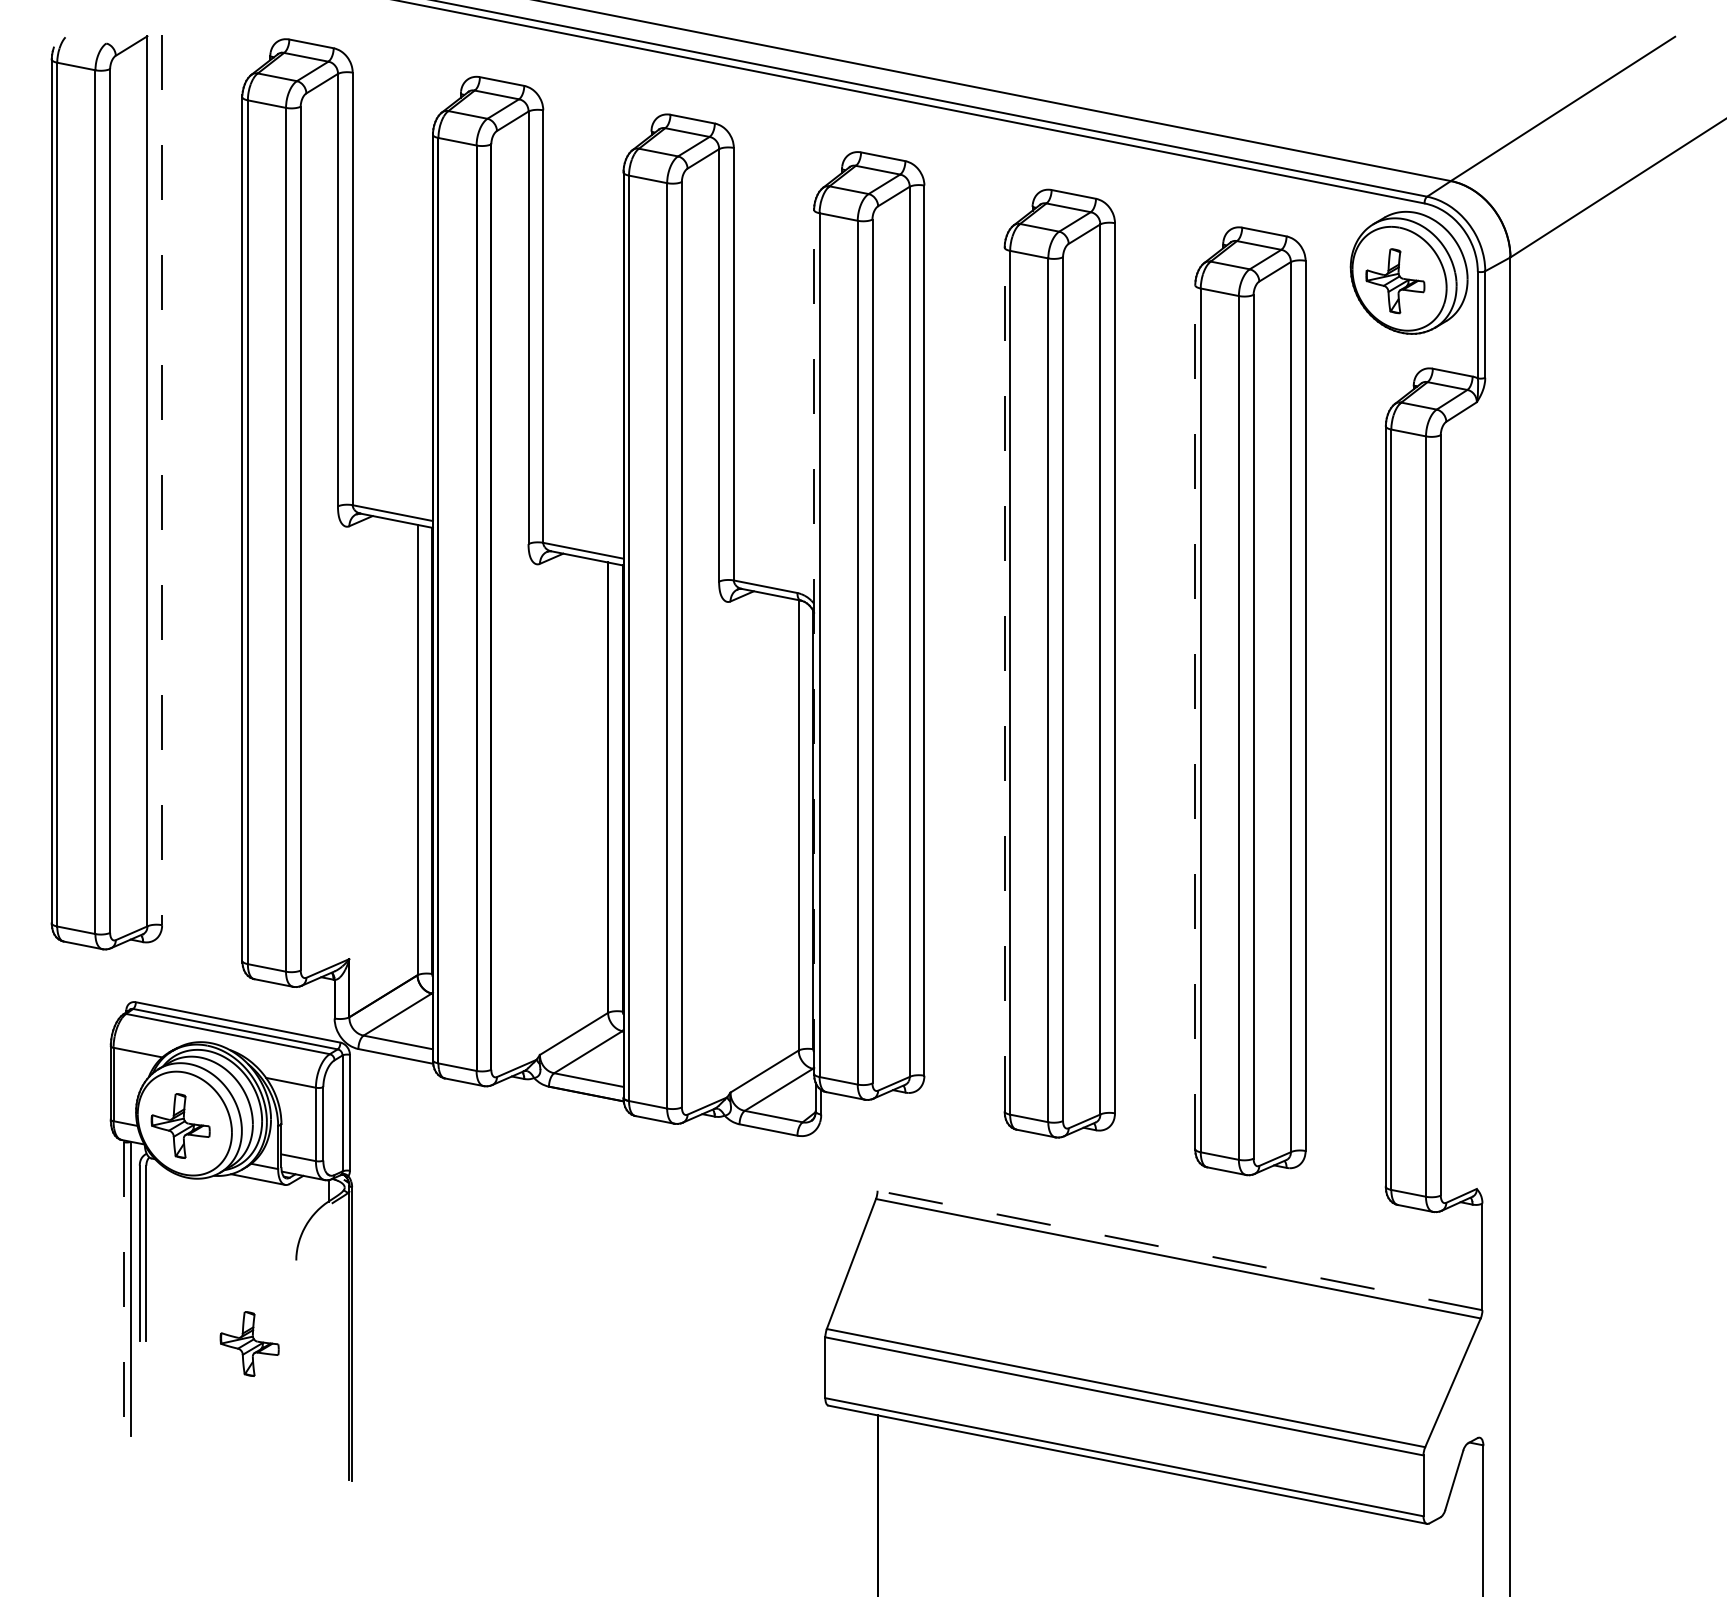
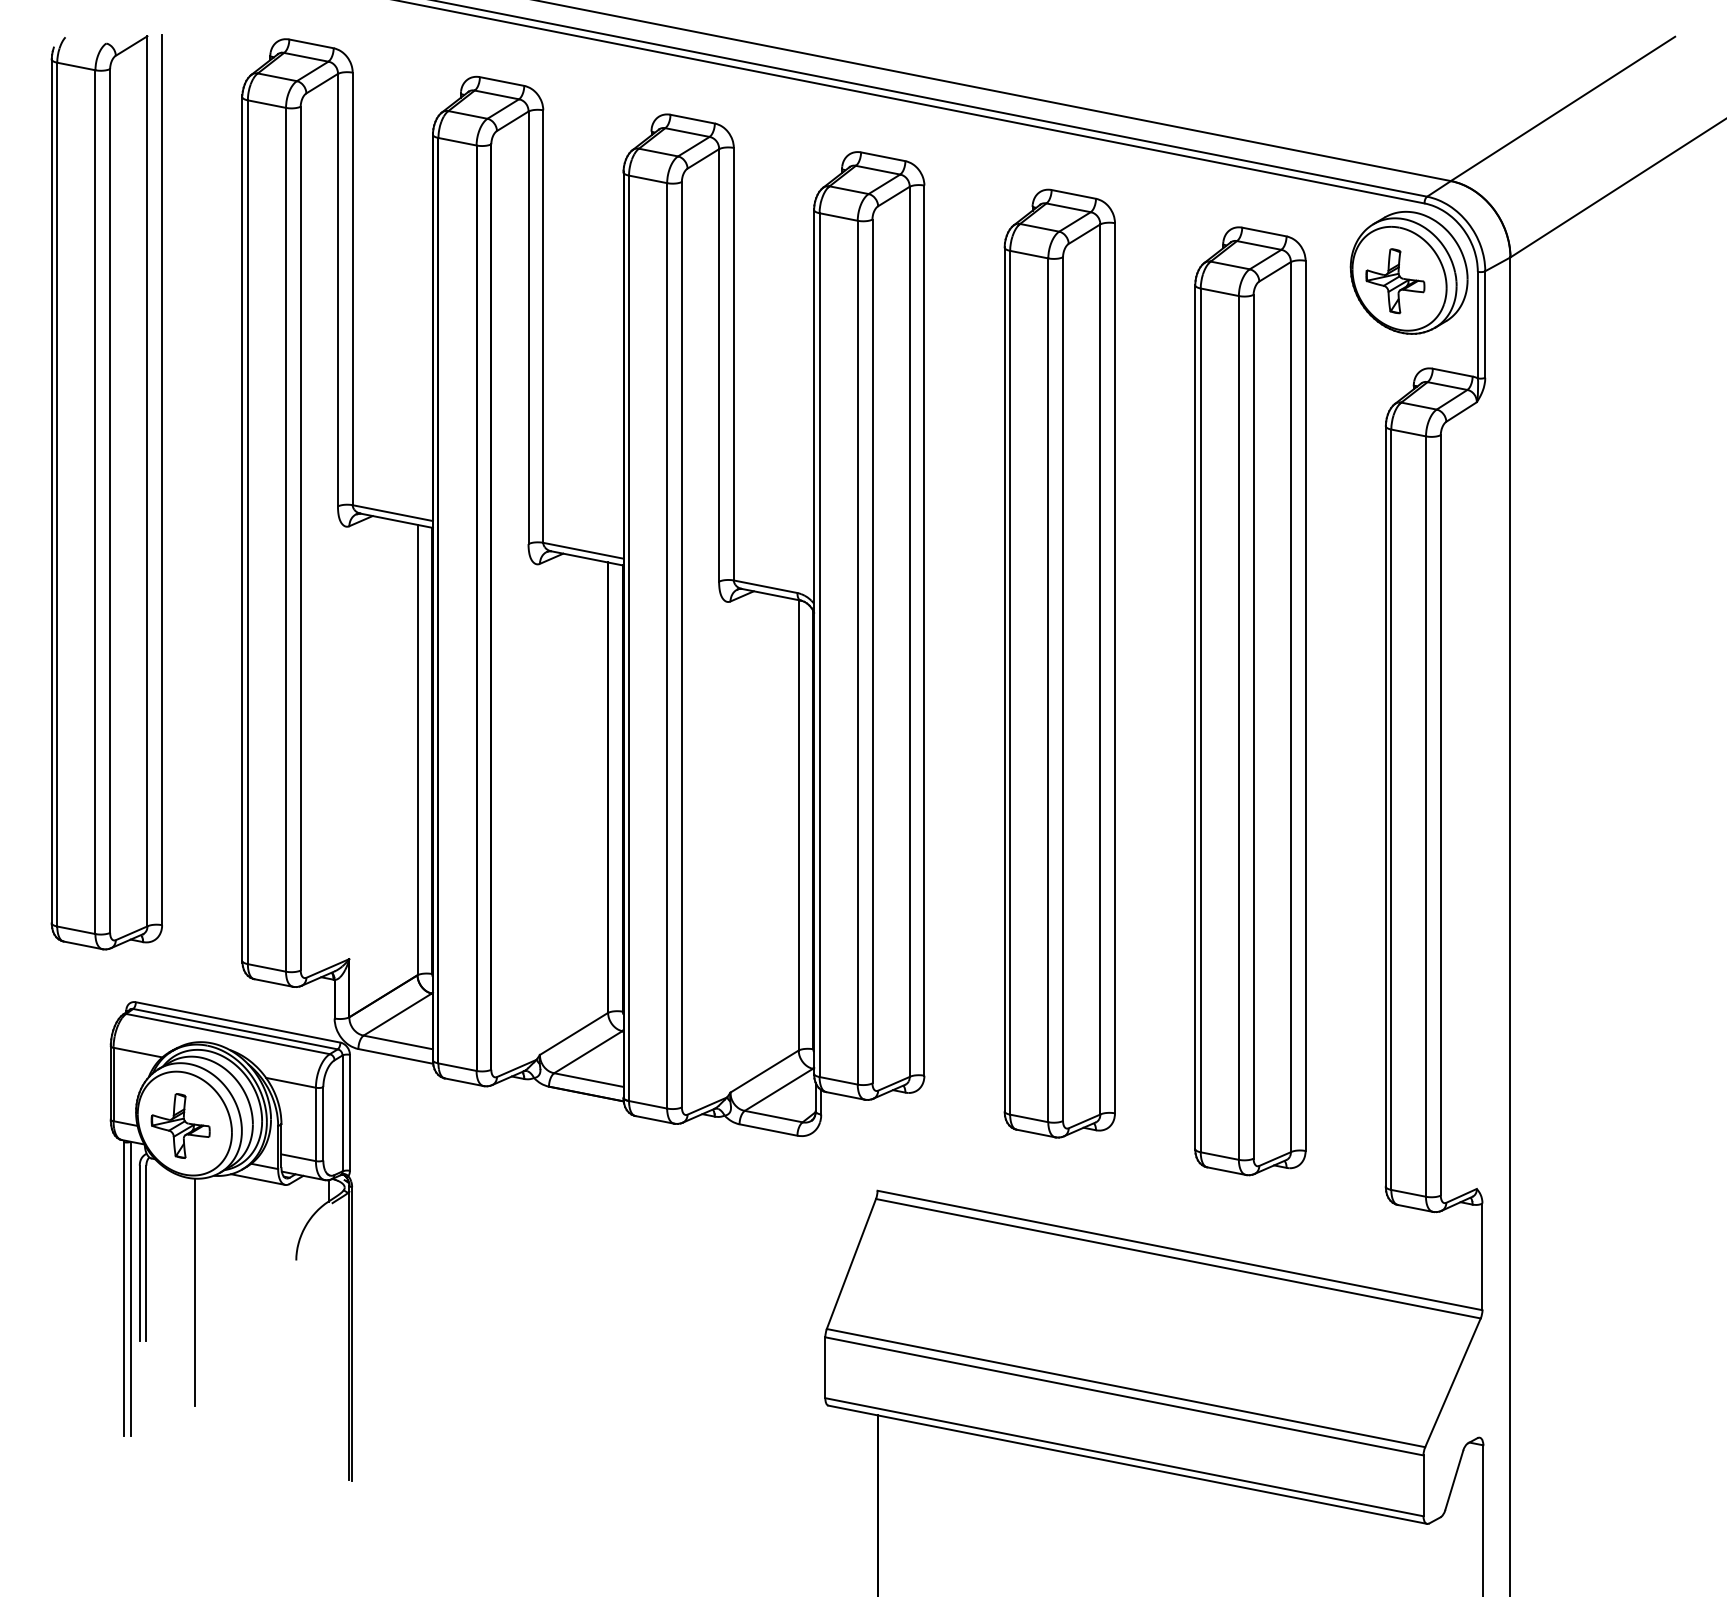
line at (162, 480): dashed -> solid
line at (814, 641): dashed -> solid
line at (1004, 679): dashed -> solid
line at (1195, 717): dashed -> solid
line at (1179, 1250): dashed -> solid
line at (124, 1289): dashed -> solid
line at (195, 1292): none -> present
part at (249, 1343): present -> none
